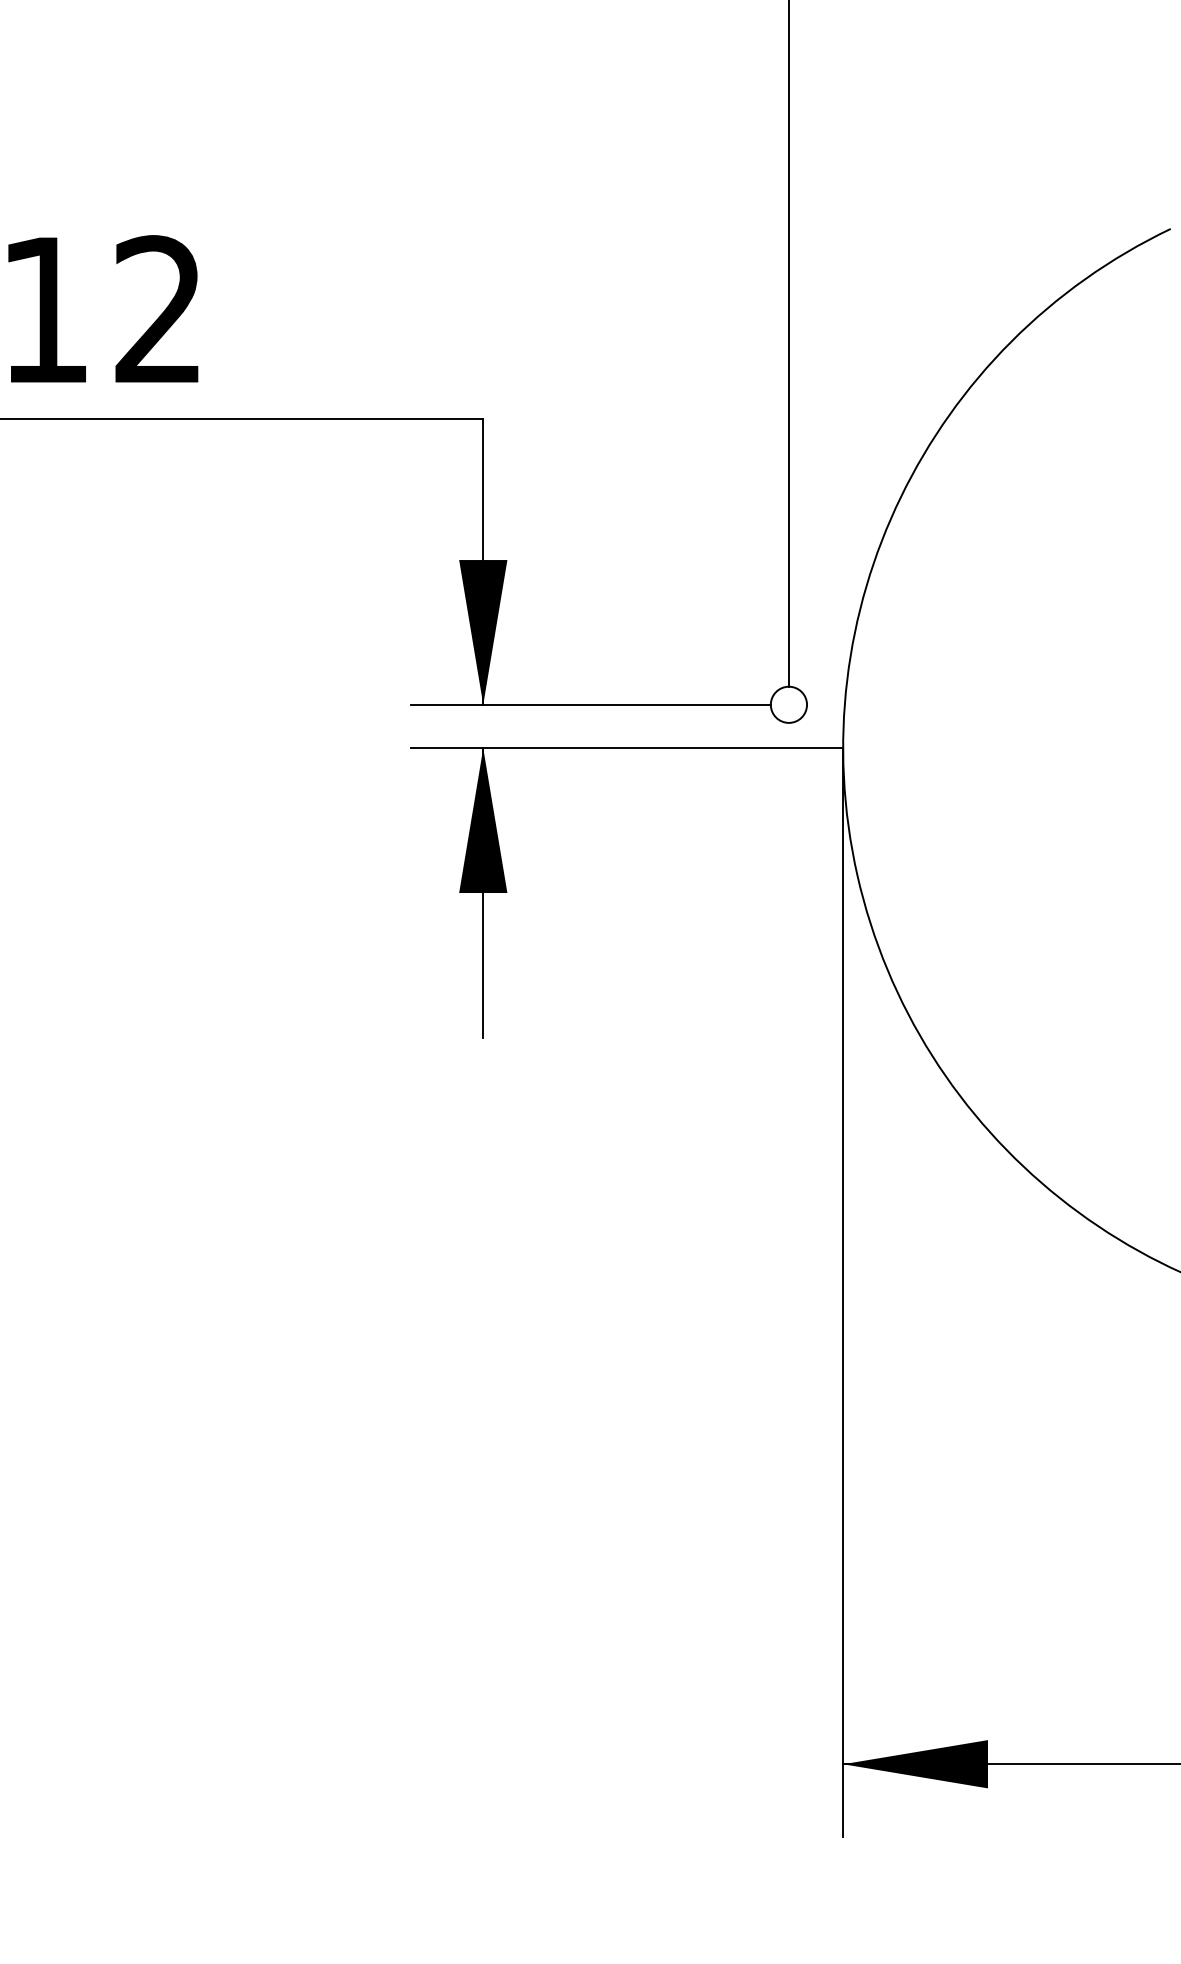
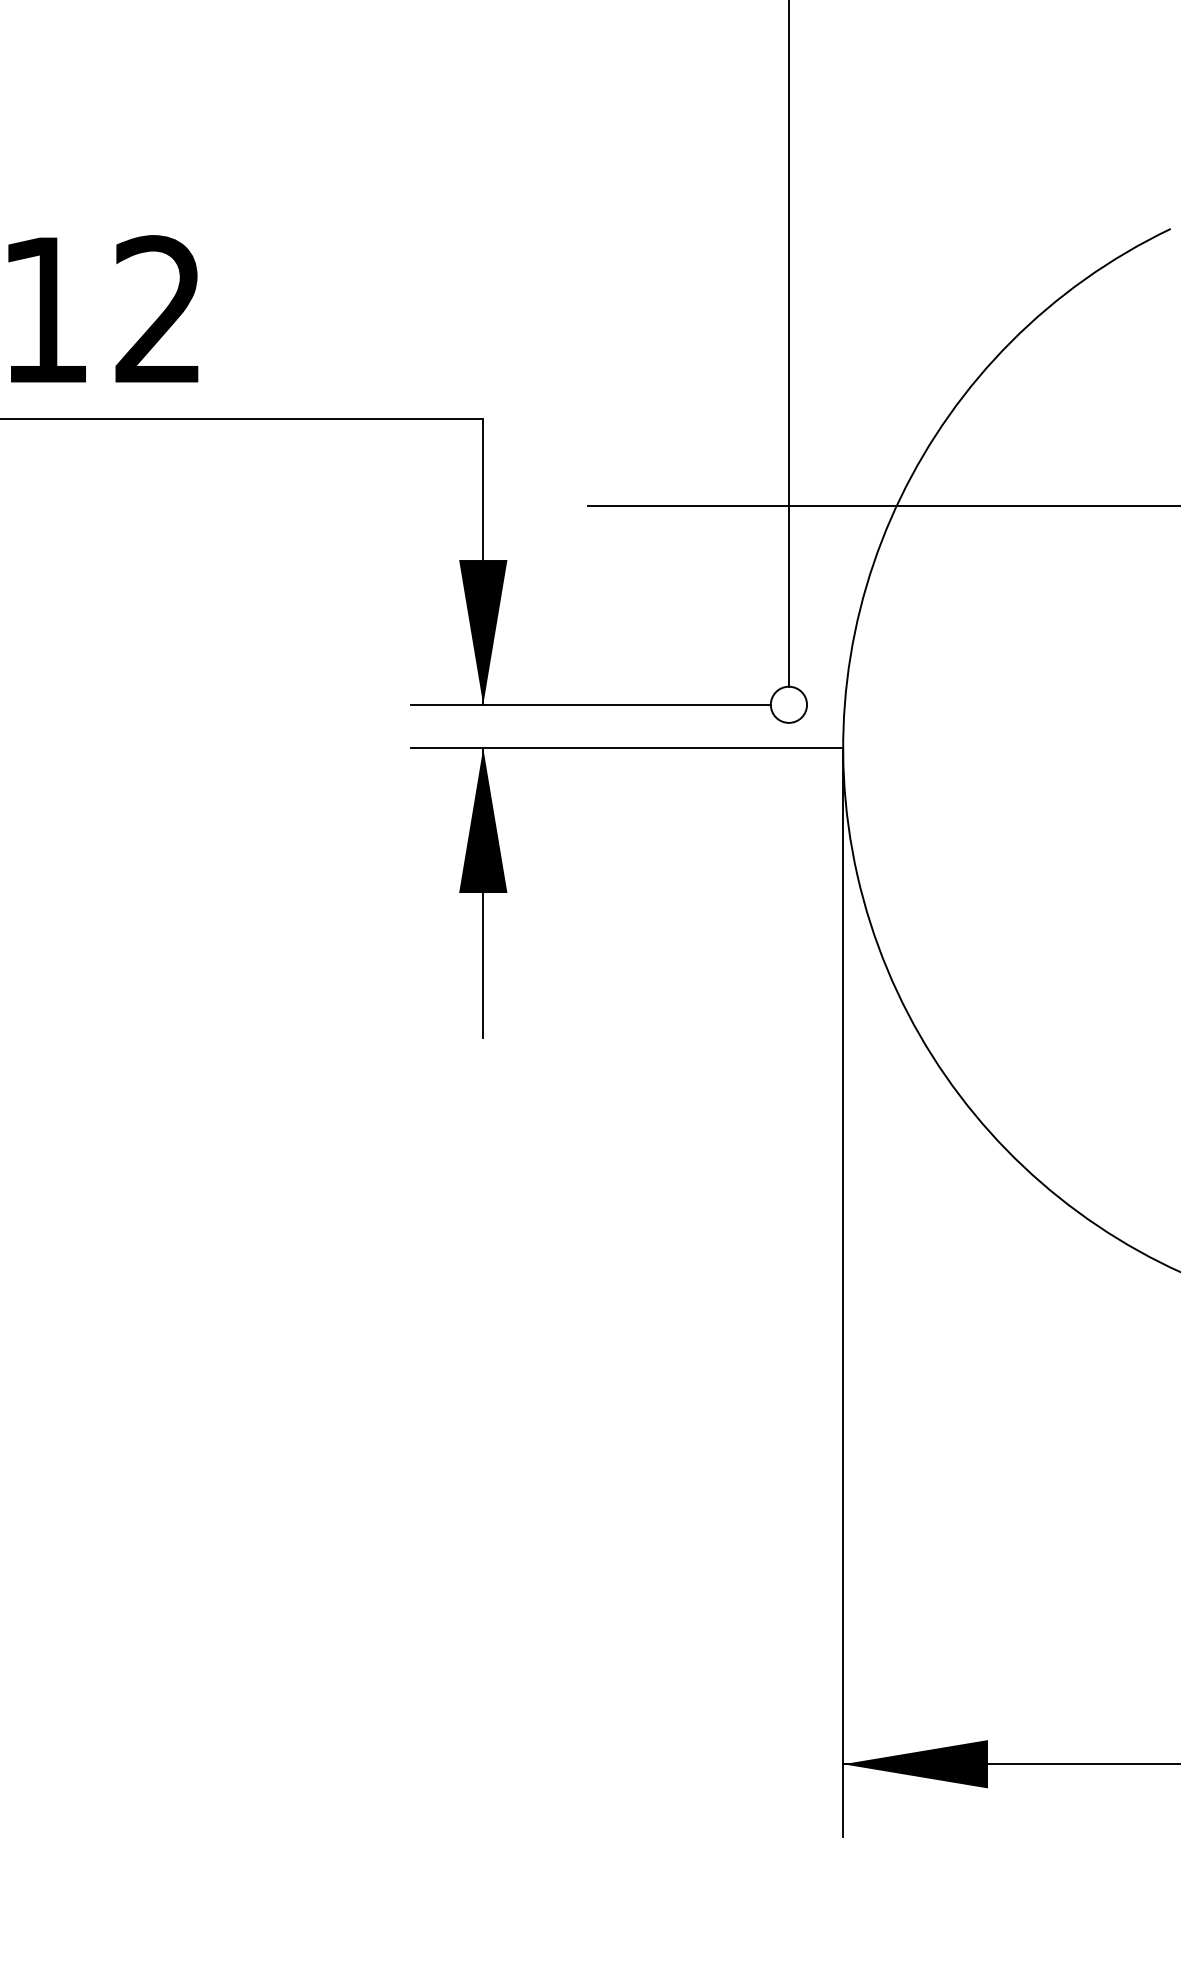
line at (882, 505): none -> present
